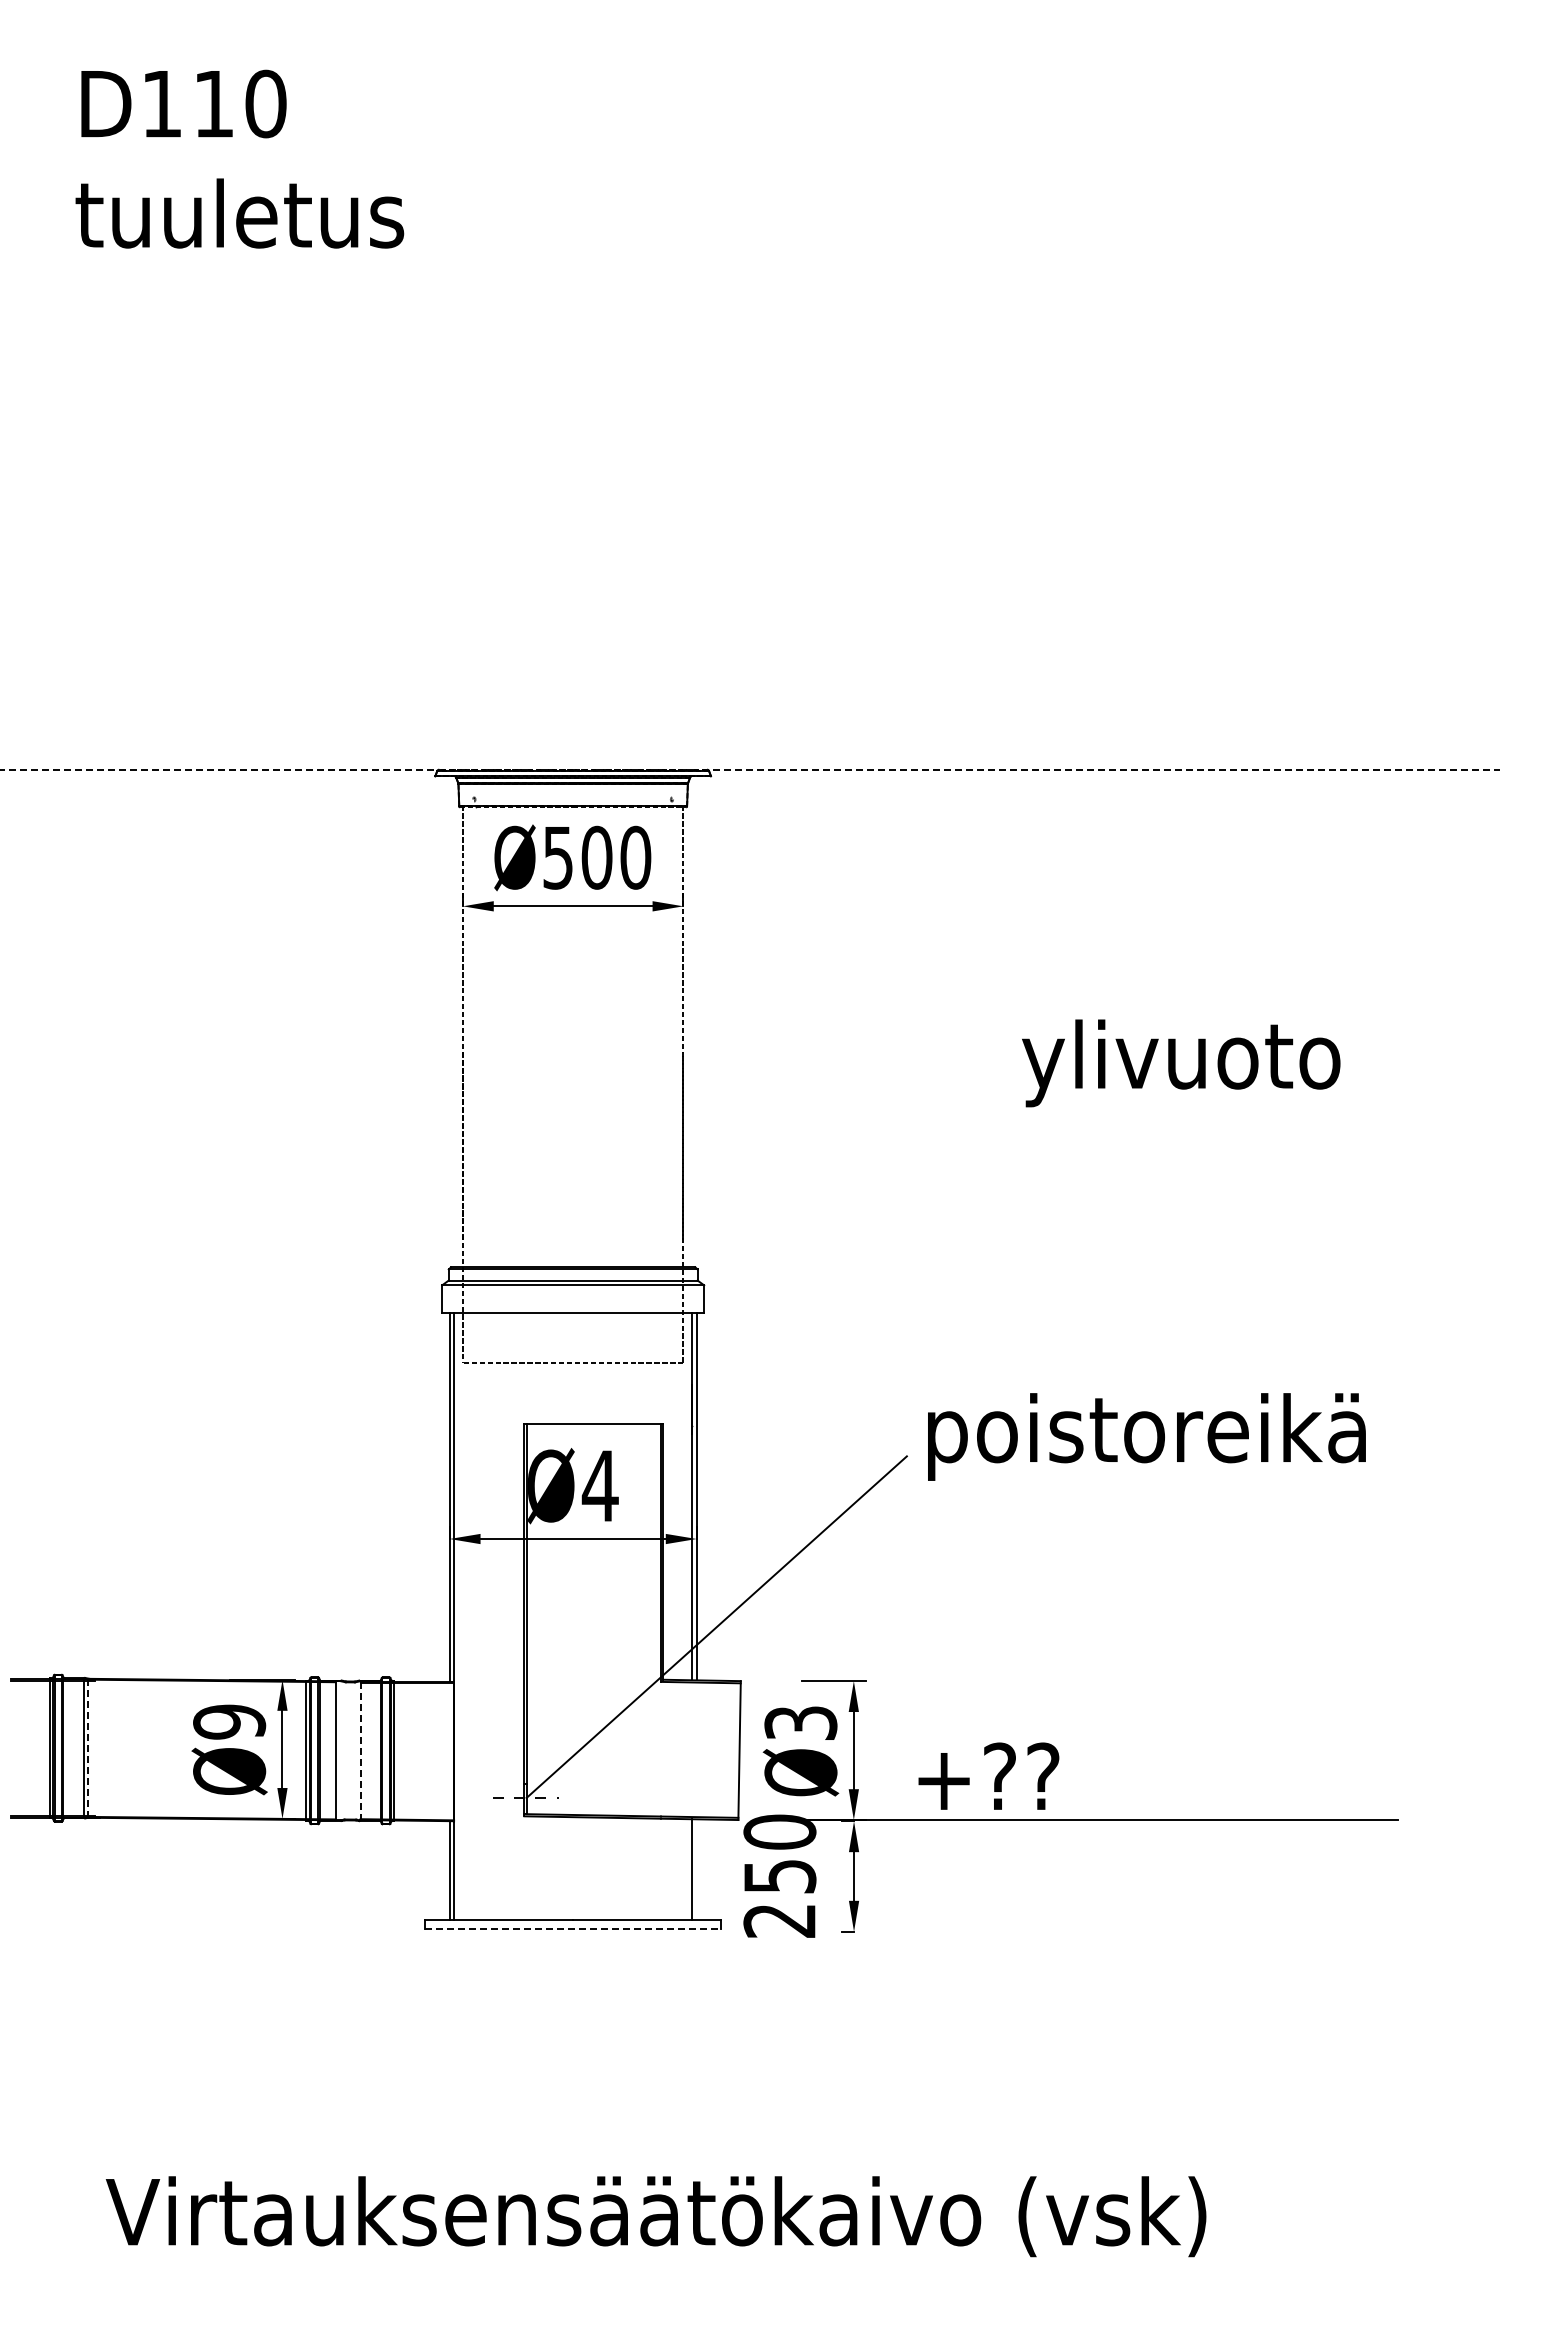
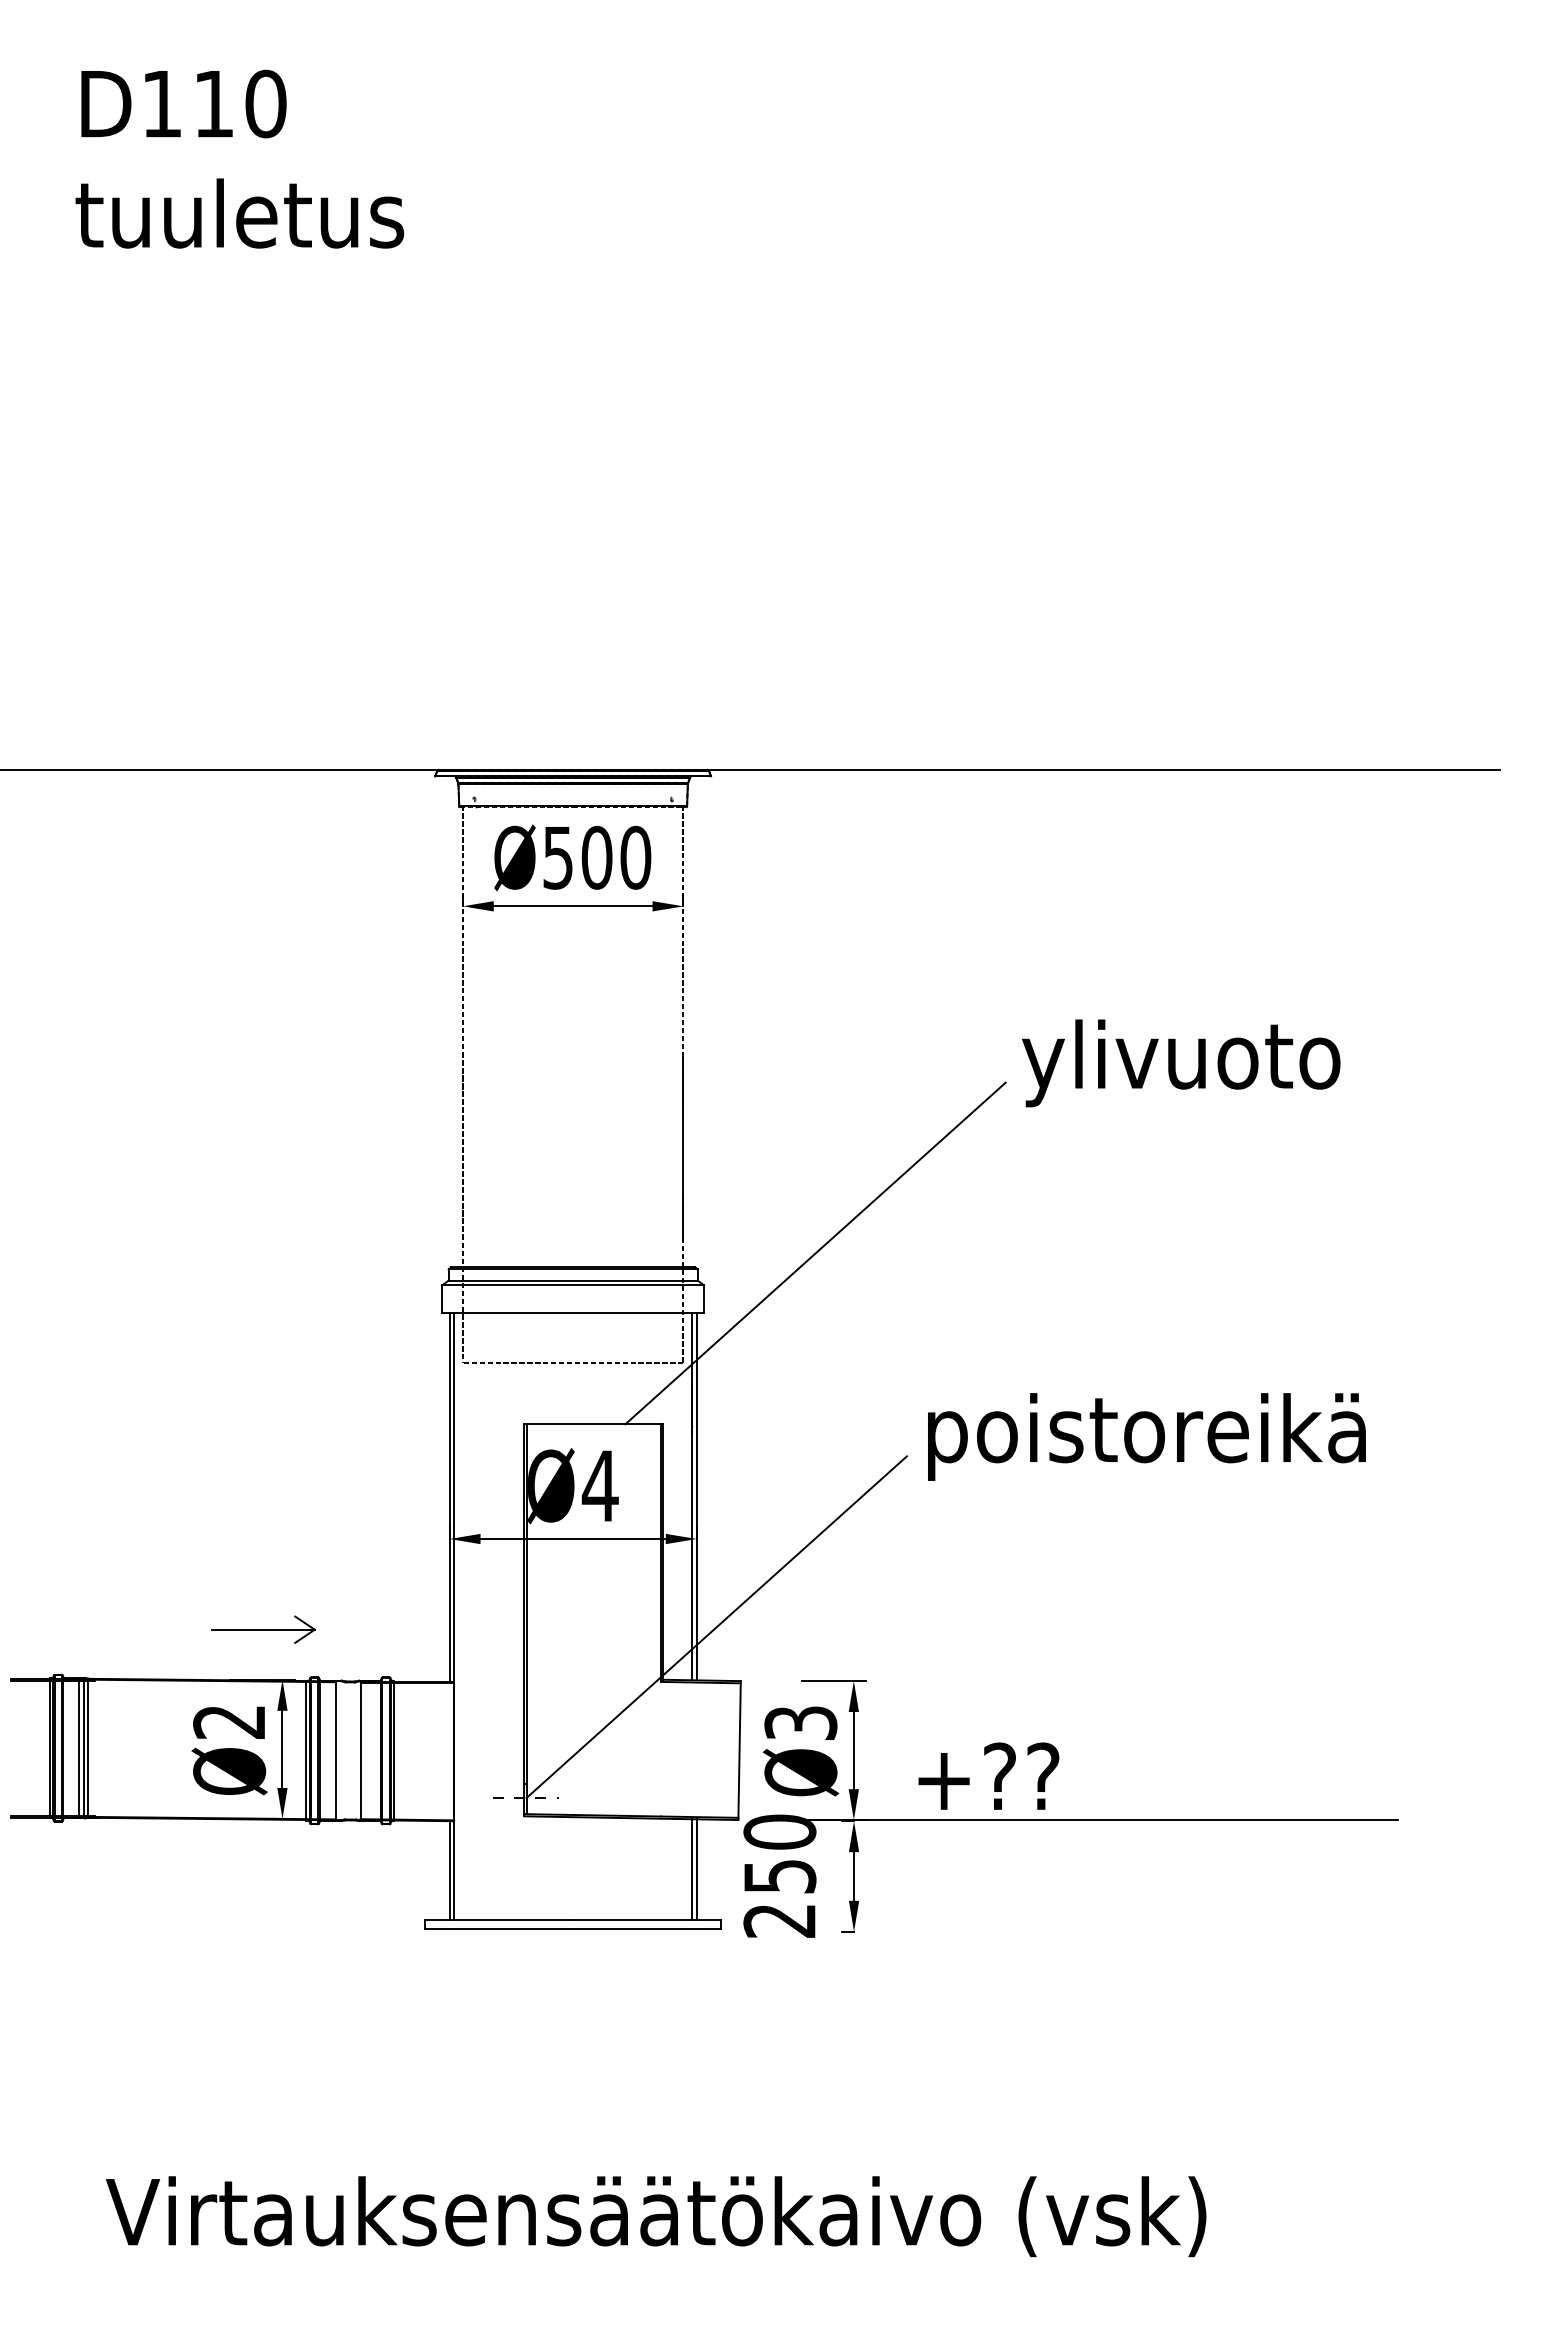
line at (750, 769): dashed -> solid
line at (815, 1253): none -> present
part at (263, 1629): none -> present
text at (229, 1721): Ø9 -> Ø2
line at (79, 1747): none -> present
line at (88, 1748): dashed -> solid
line at (360, 1751): dashed -> solid
line at (696, 1869): none -> present
line at (573, 1929): dashed -> solid
